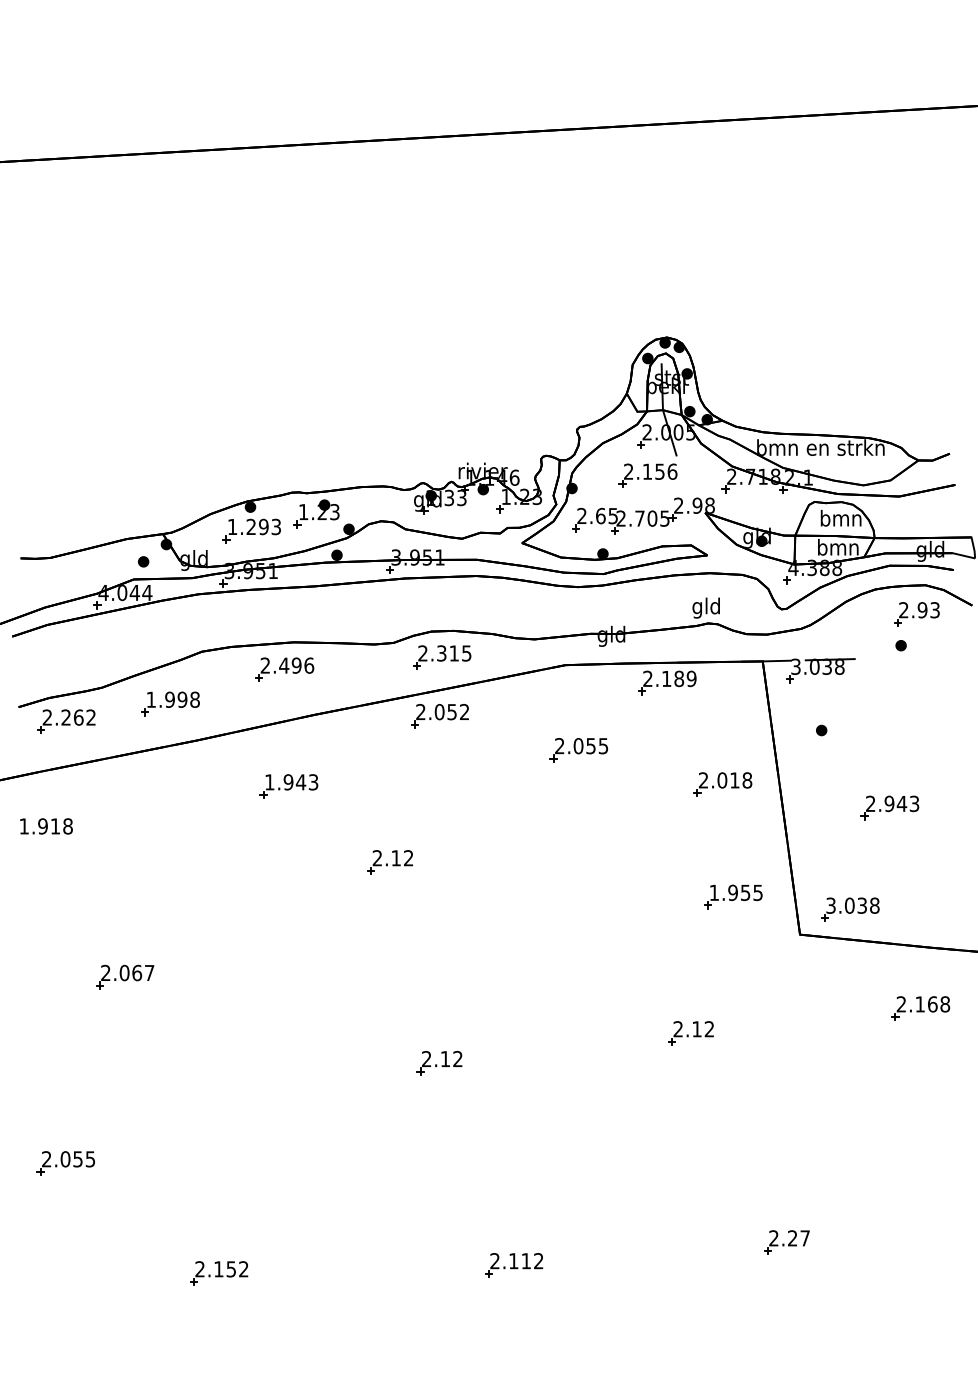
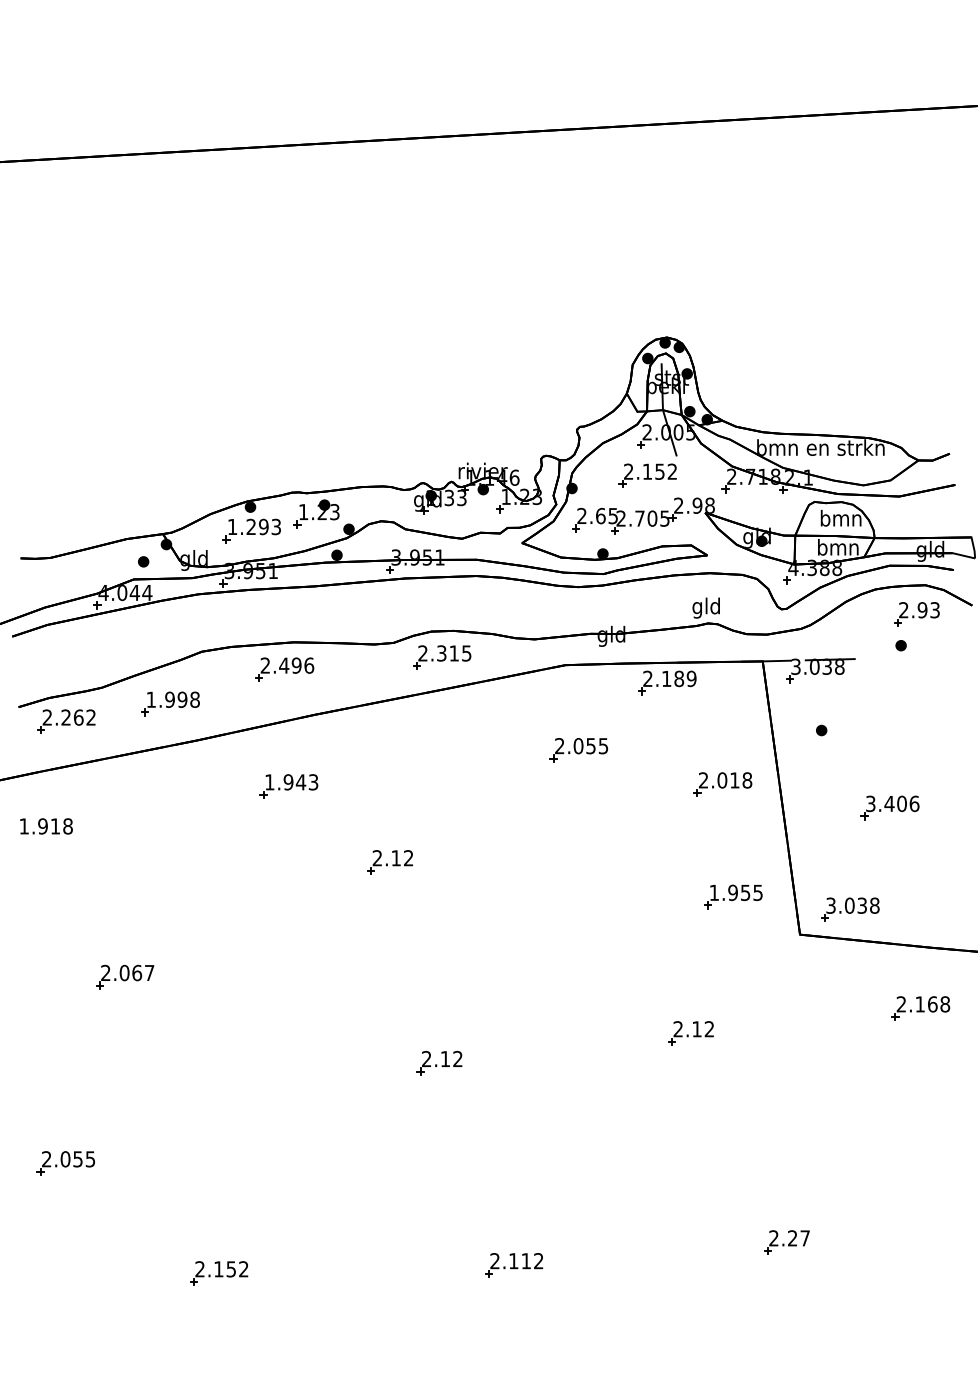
text at (672, 471): 2.156 -> 2.152
part at (439, 716): present -> none
text at (892, 803): 2.943 -> 3.406
